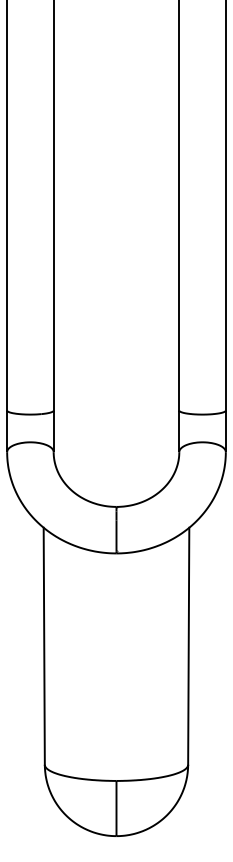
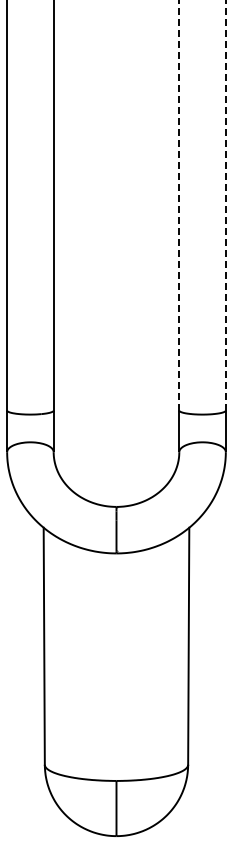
line at (225, 204): solid -> dashed
line at (179, 205): solid -> dashed
